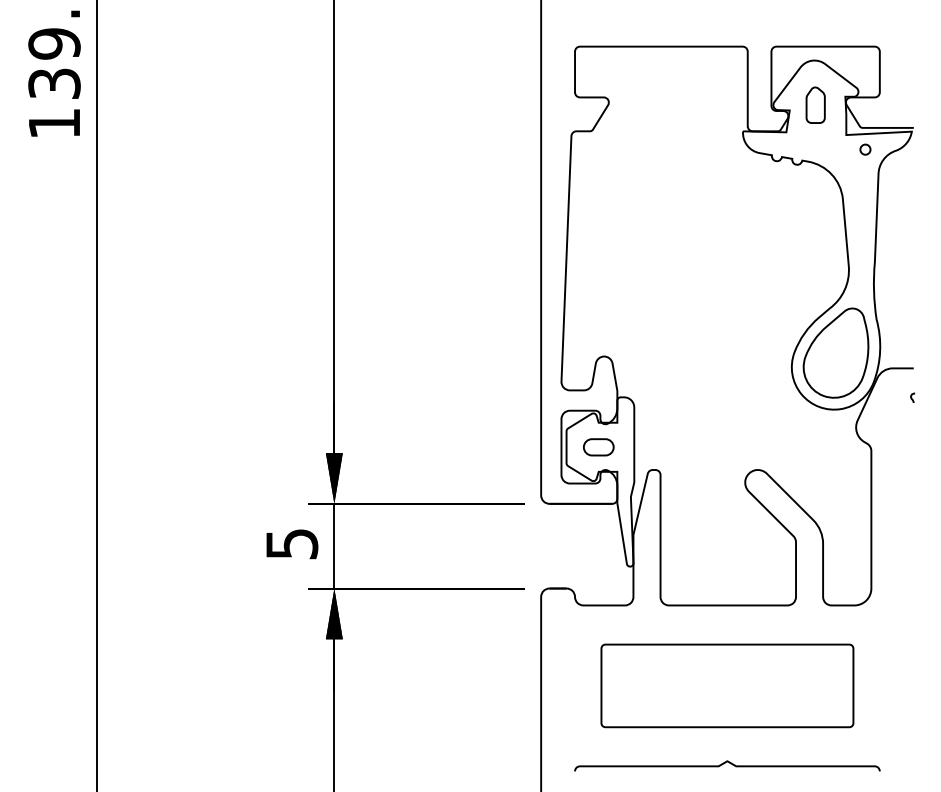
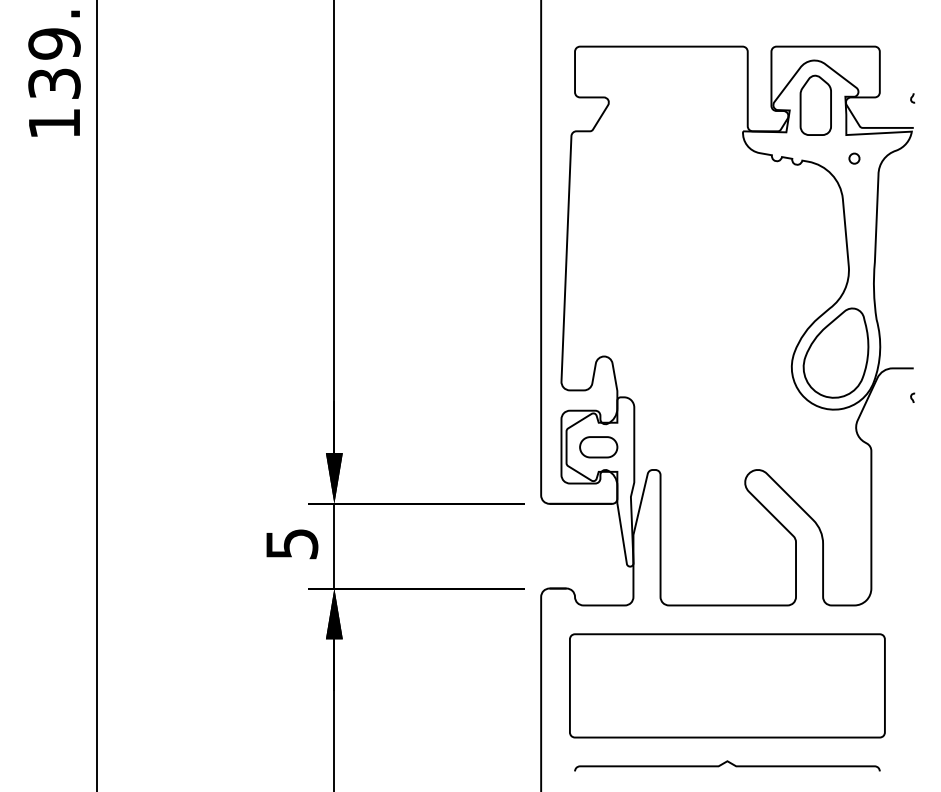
curve at (912, 98): none -> present
part at (815, 104) size: 21x38 px -> 33x62 px
circle at (865, 149) position: (865, 149) -> (854, 158)
part at (598, 447) size: 32x19 px -> 40x23 px
part at (727, 685) size: 255x86 px -> 317x106 px
